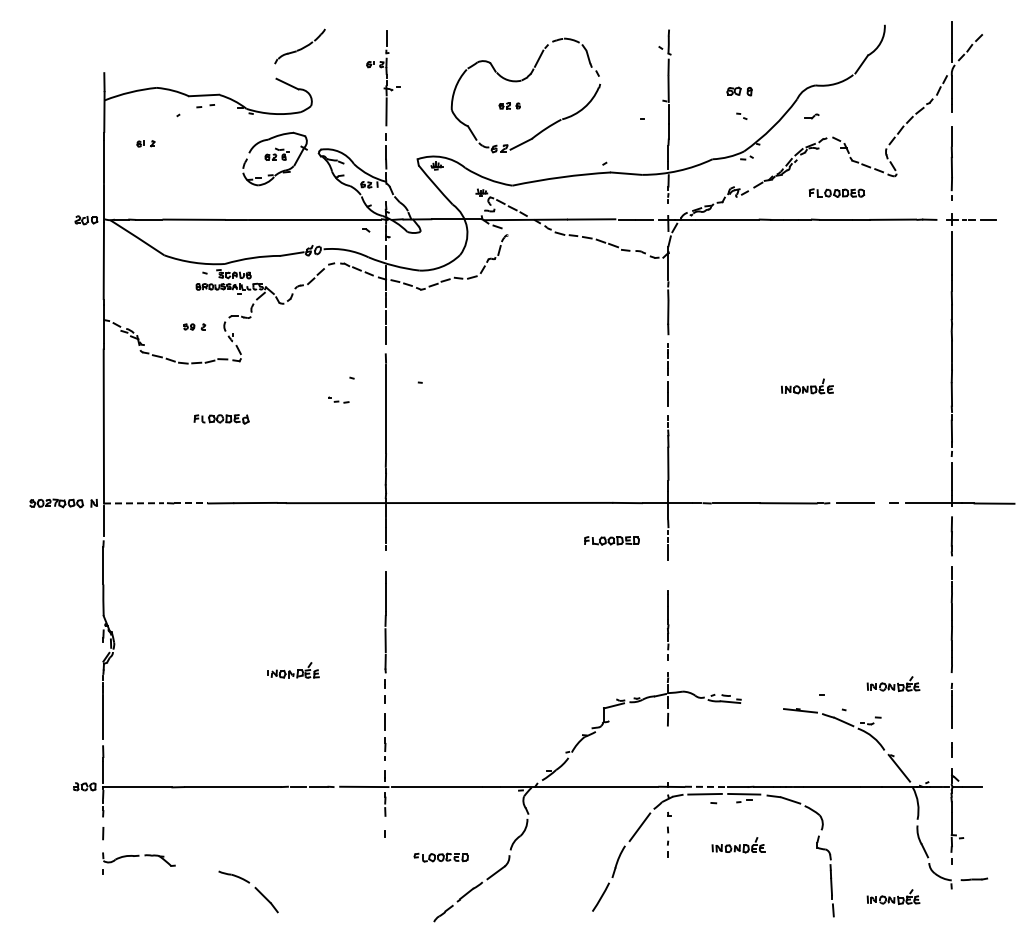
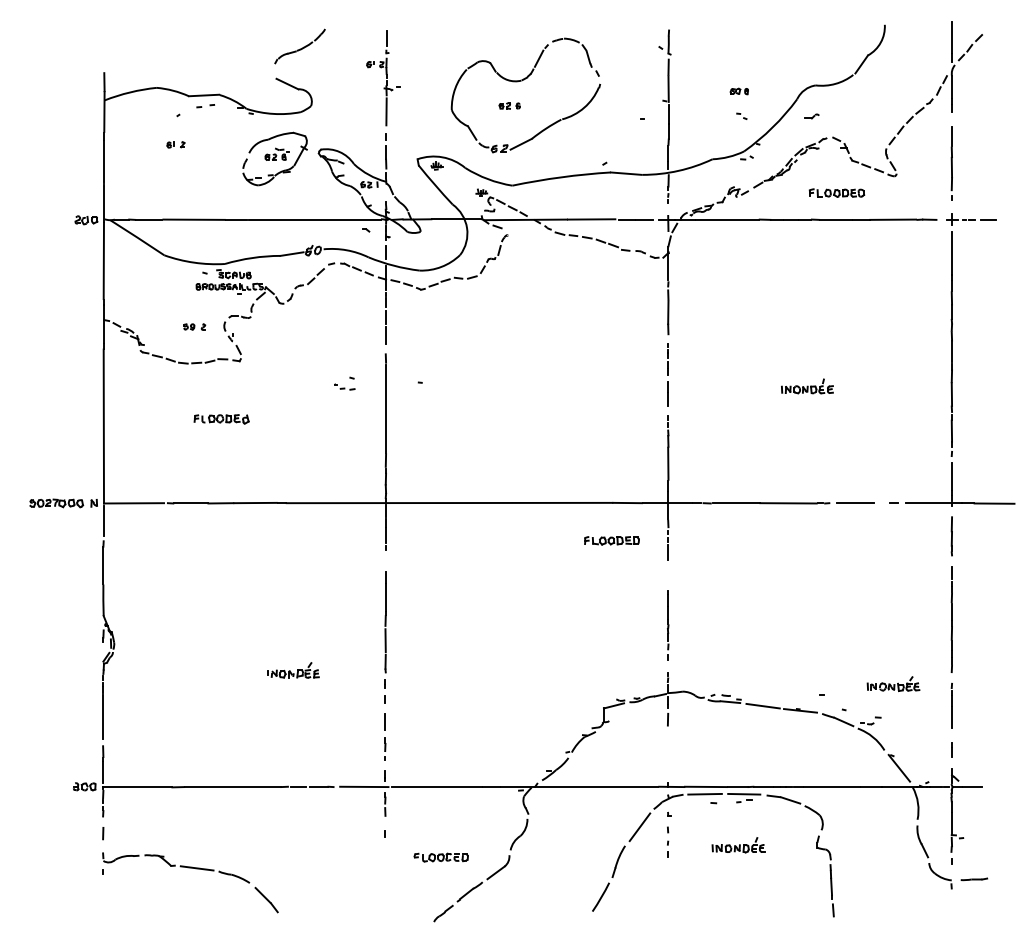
part at (739, 91) size: 27x11 px -> 20x9 px
part at (145, 143) position: (145, 143) -> (175, 144)
part at (338, 399) position: (338, 399) -> (344, 386)
line at (134, 503): dashed -> solid
line at (190, 503): dashed -> solid
line at (762, 705): none -> present
line at (706, 786): dashed -> solid
line at (196, 868): none -> present
part at (893, 896): present -> none
